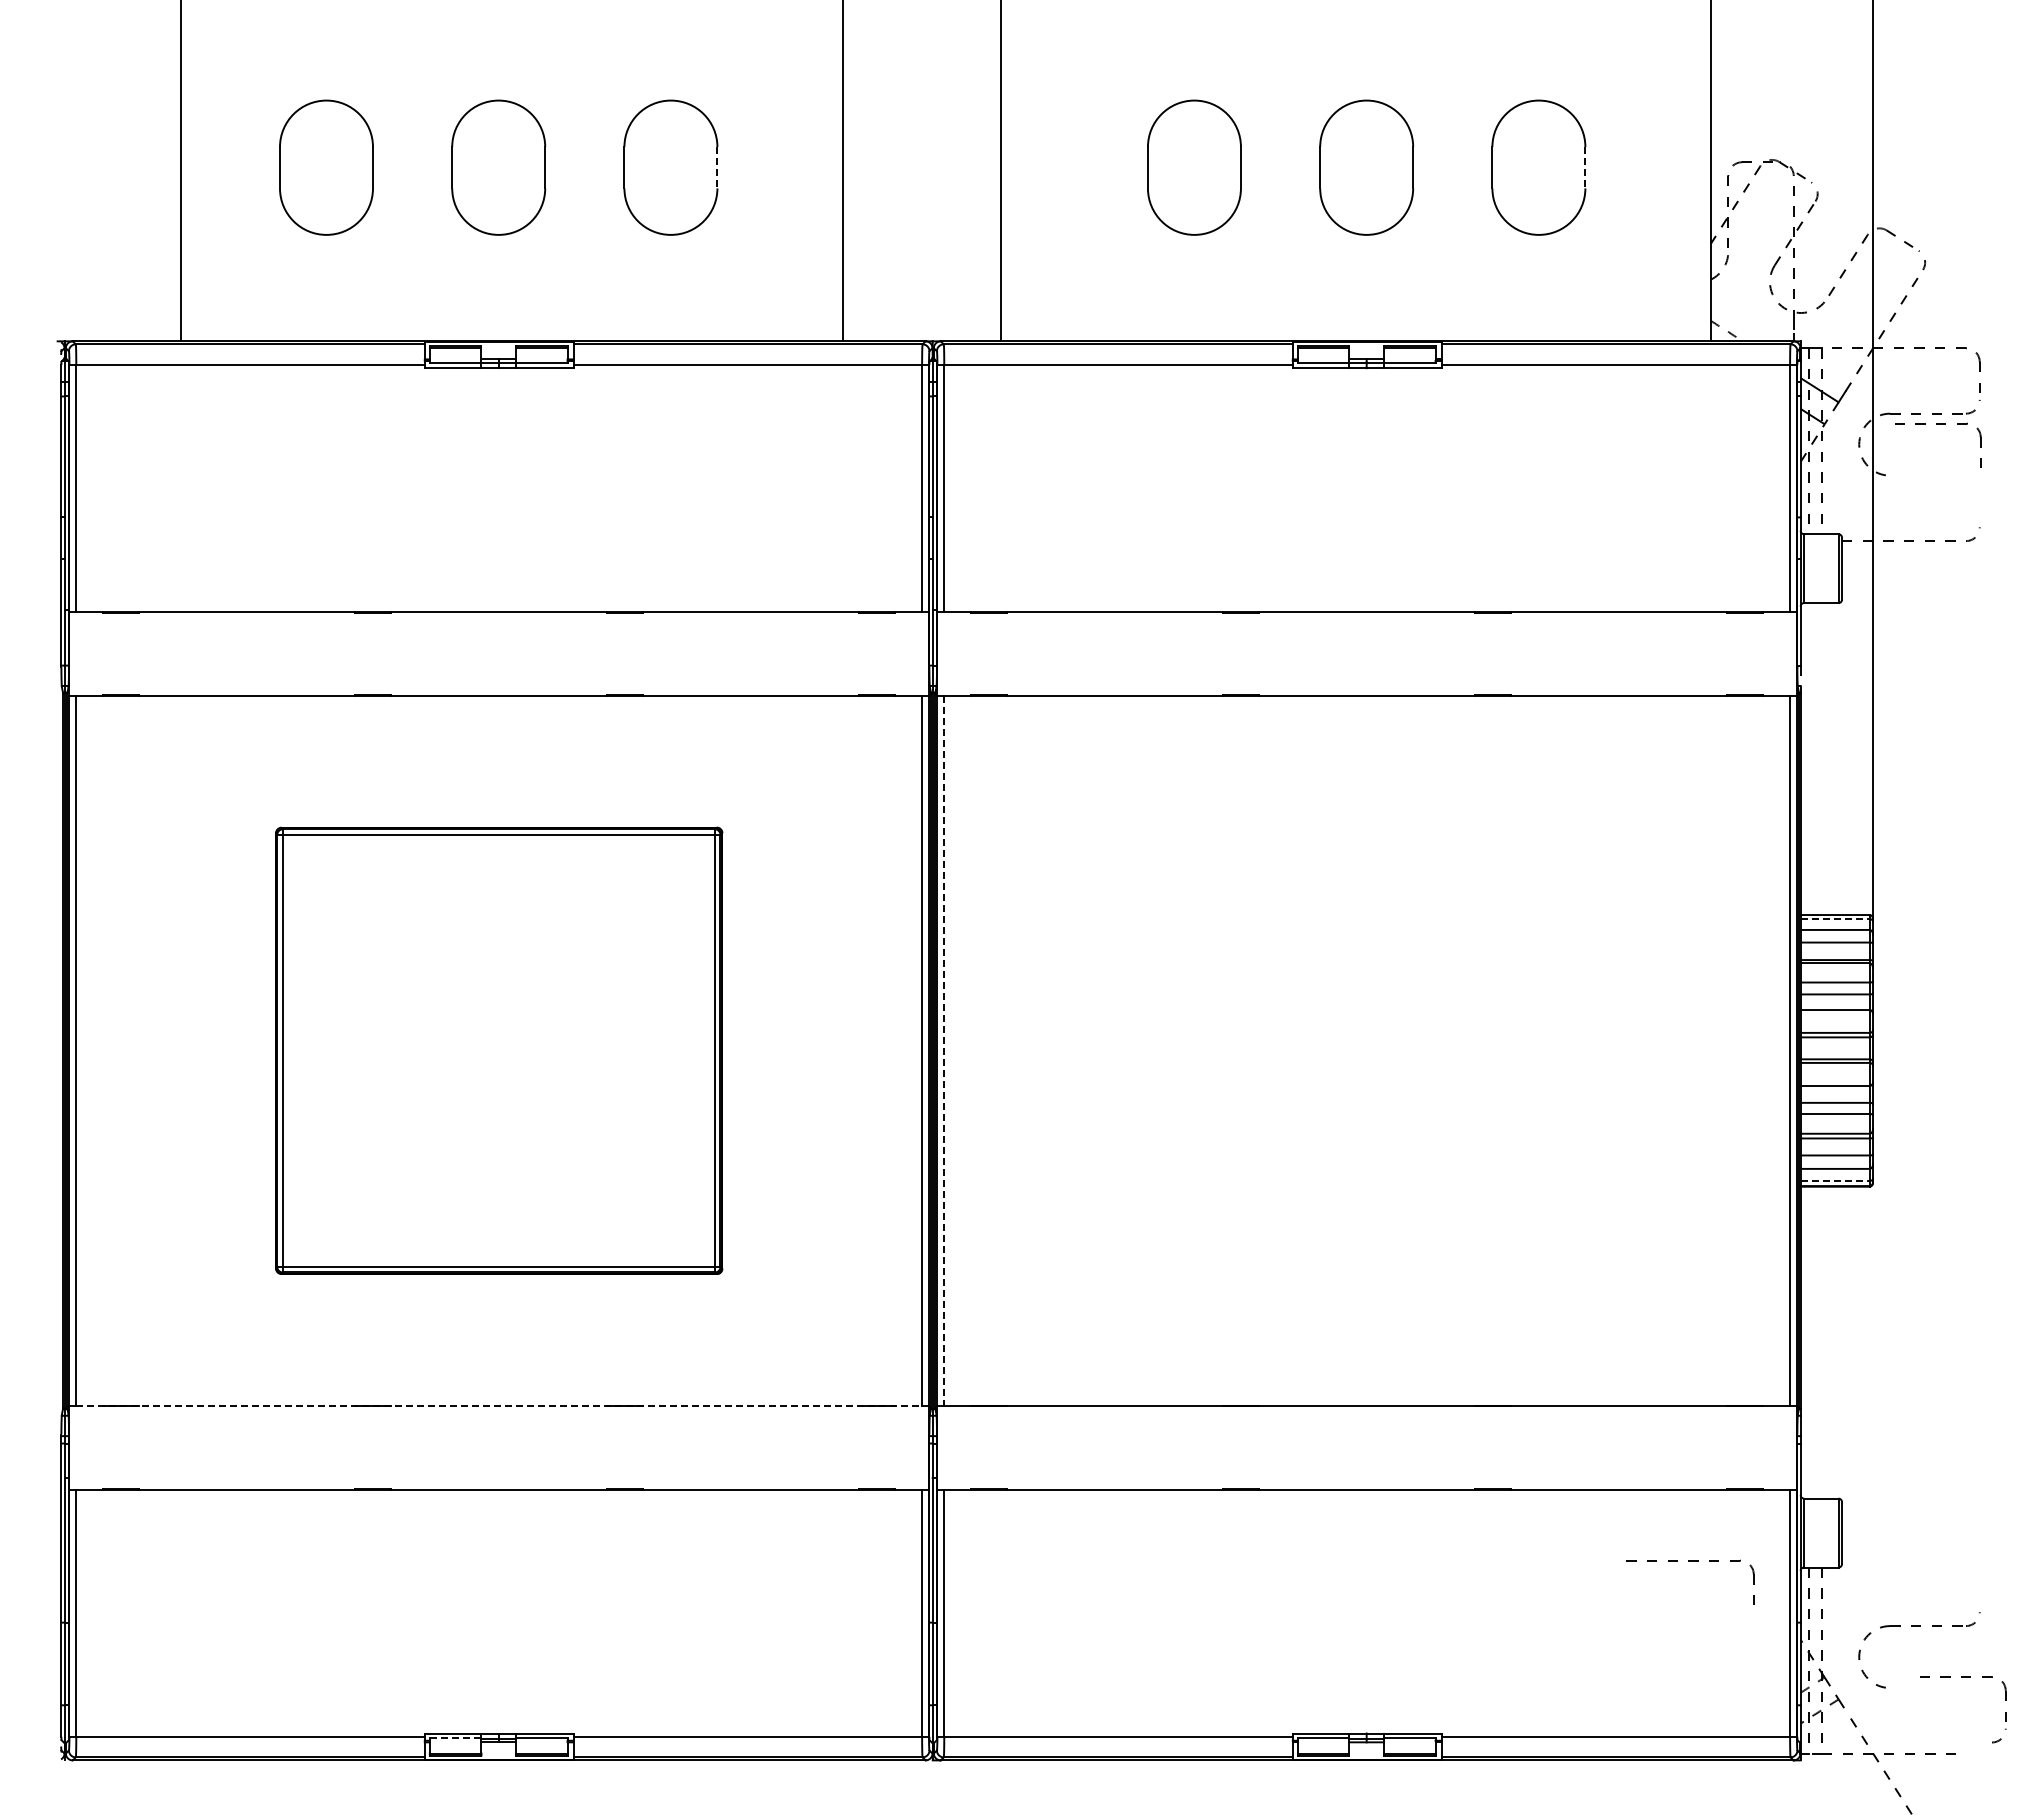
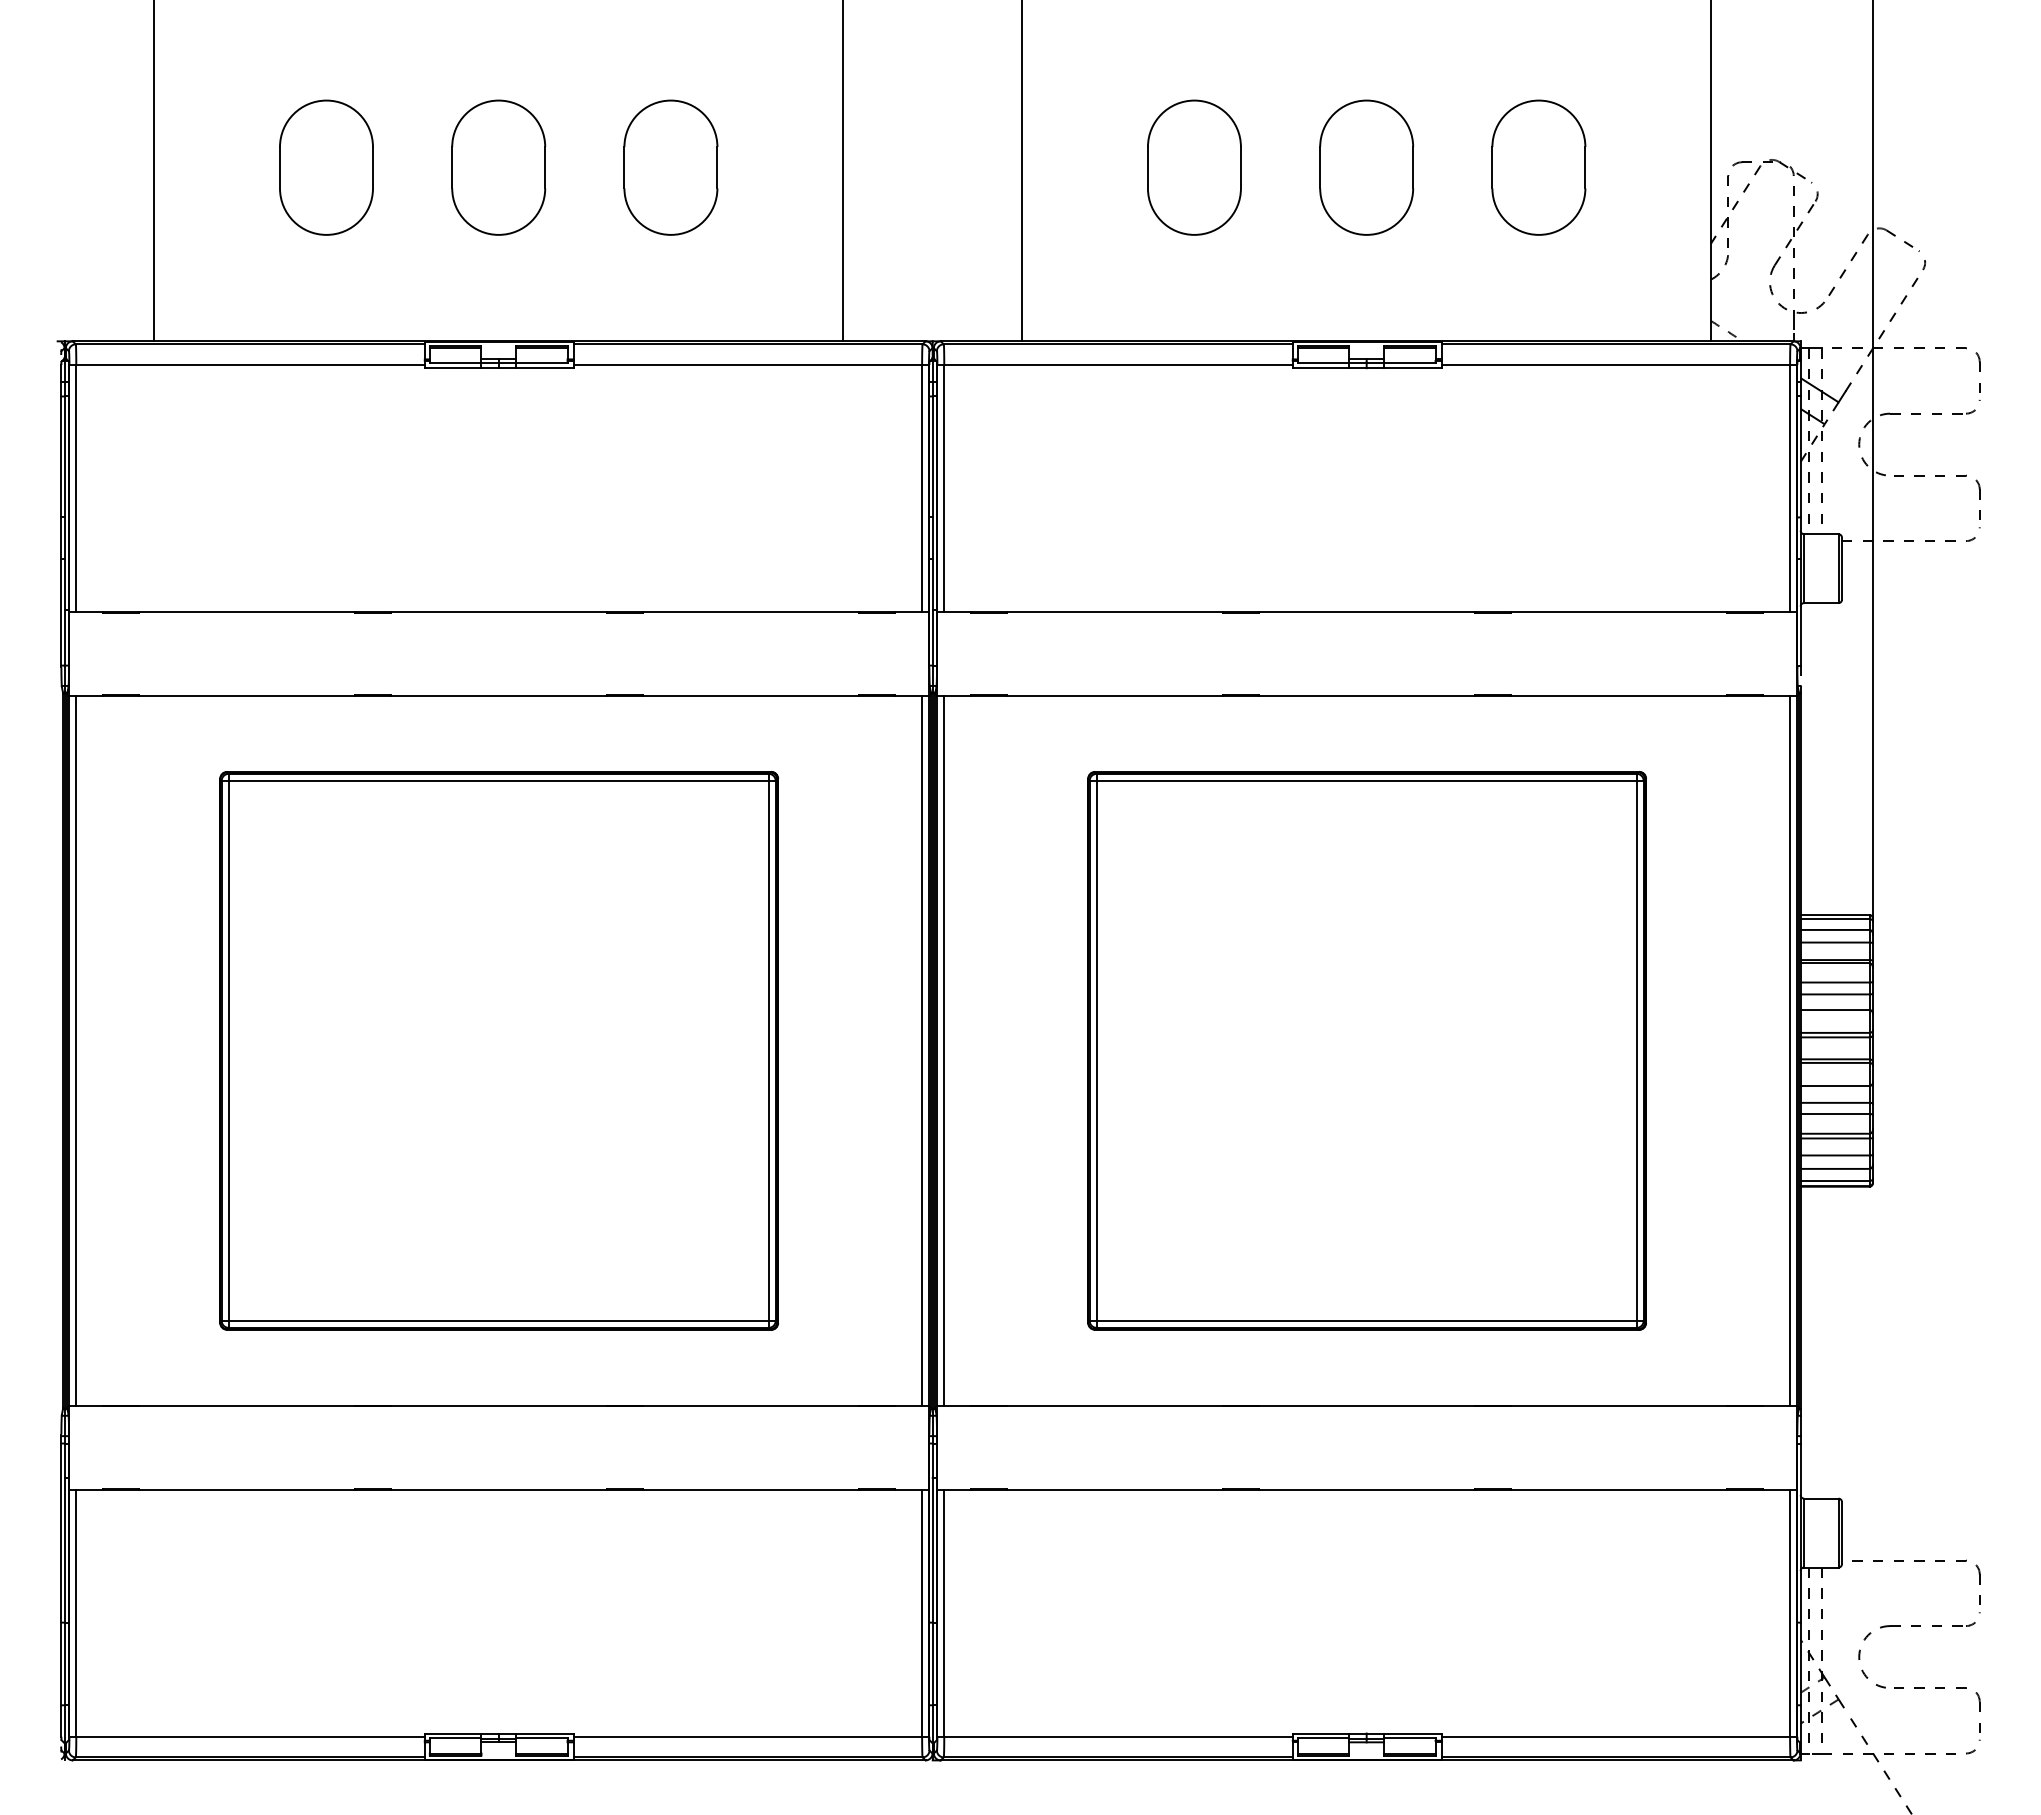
line at (717, 167): dashed -> solid
line at (1585, 167): dashed -> solid
line at (181, 171) position: (181, 171) -> (154, 171)
line at (1001, 171) position: (1001, 171) -> (1022, 171)
part at (1938, 424) position: (1938, 424) -> (1937, 476)
line at (1835, 919): dashed -> solid
part at (499, 1050) size: 449x449 px -> 561x560 px
line at (944, 1050): dashed -> solid
part at (1366, 1050): none -> present
line at (1835, 1181): dashed -> solid
line at (499, 1405): dashed -> solid
part at (1690, 1561) position: (1690, 1561) -> (1916, 1561)
part at (1963, 1677) position: (1963, 1677) -> (1937, 1688)
line at (455, 1738): dashed -> solid
